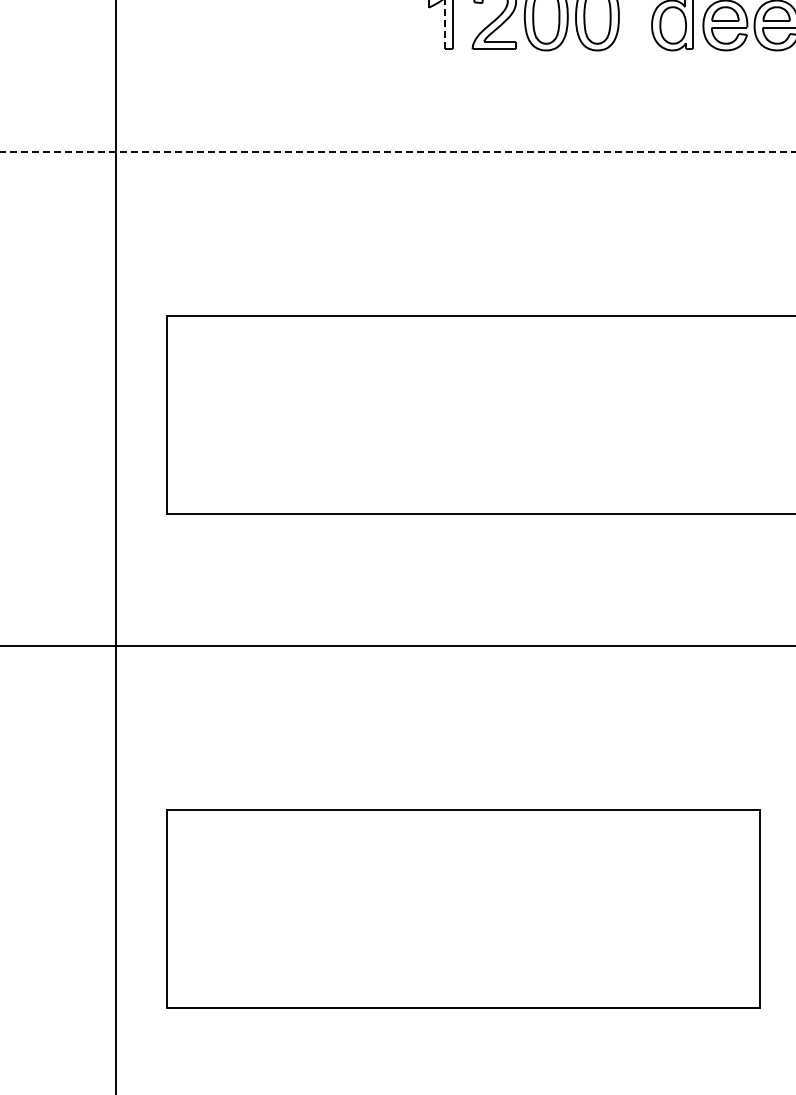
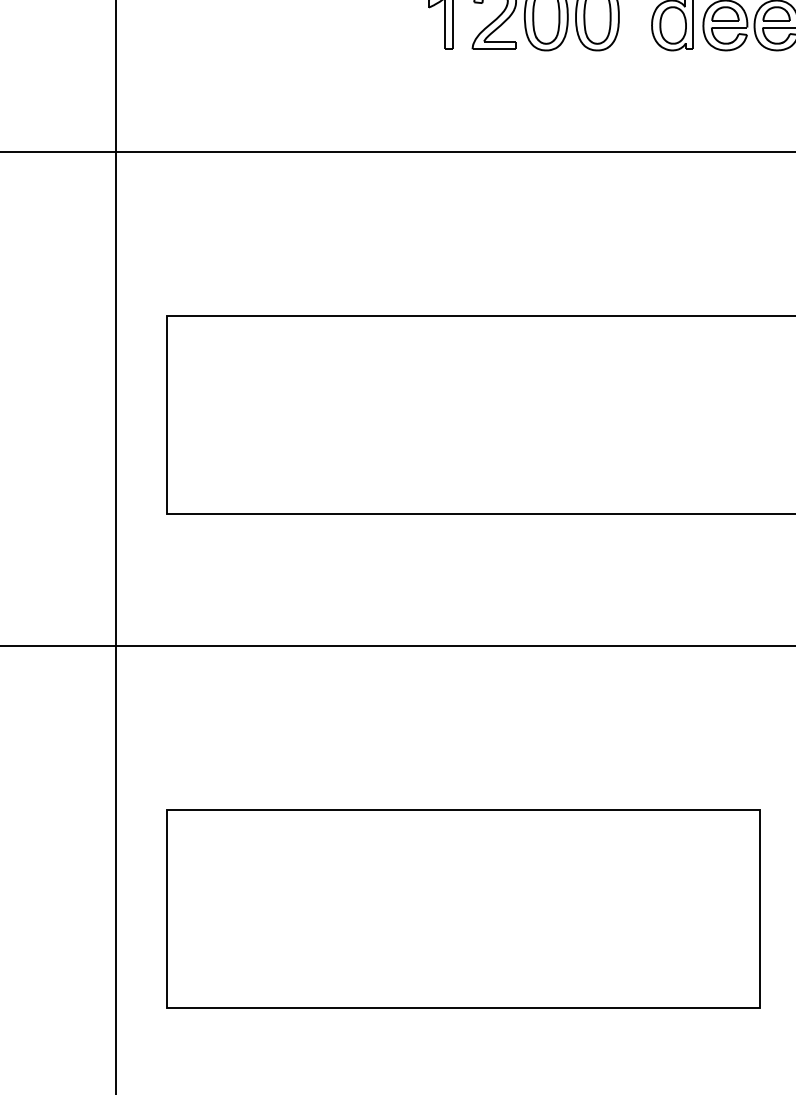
line at (444, 25): dashed -> solid
line at (398, 151): dashed -> solid
